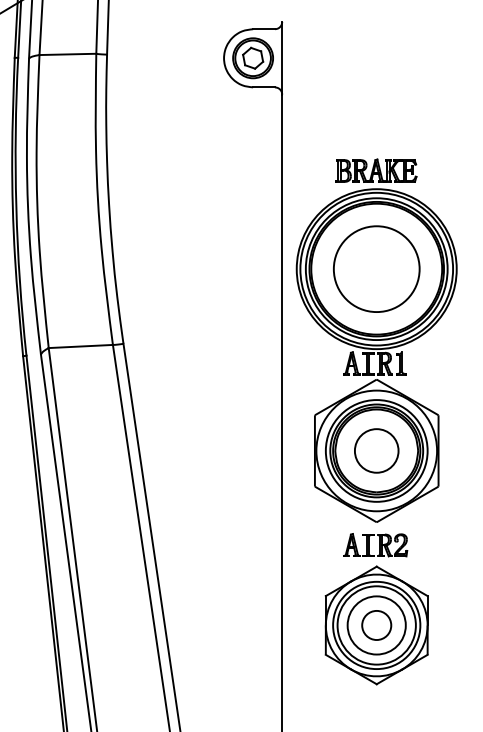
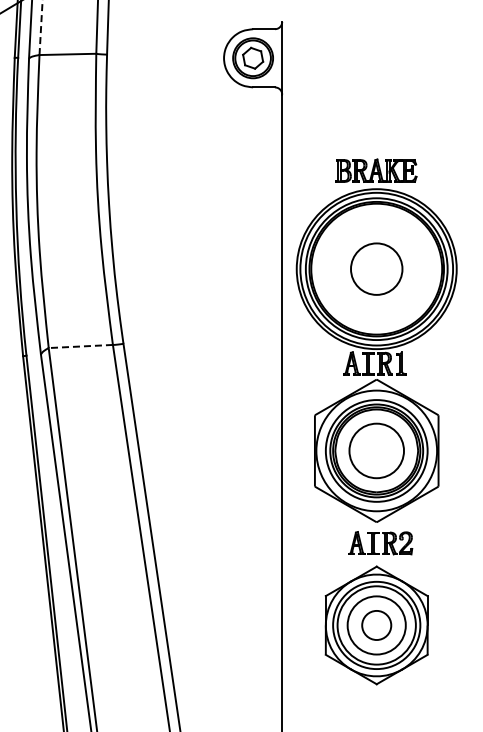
line at (41, 27): solid -> dashed
circle at (376, 269) diameter: 86 px -> 51 px
line at (80, 346): solid -> dashed
circle at (376, 450) diameter: 44 px -> 55 px
part at (375, 545) position: (375, 545) -> (380, 543)
